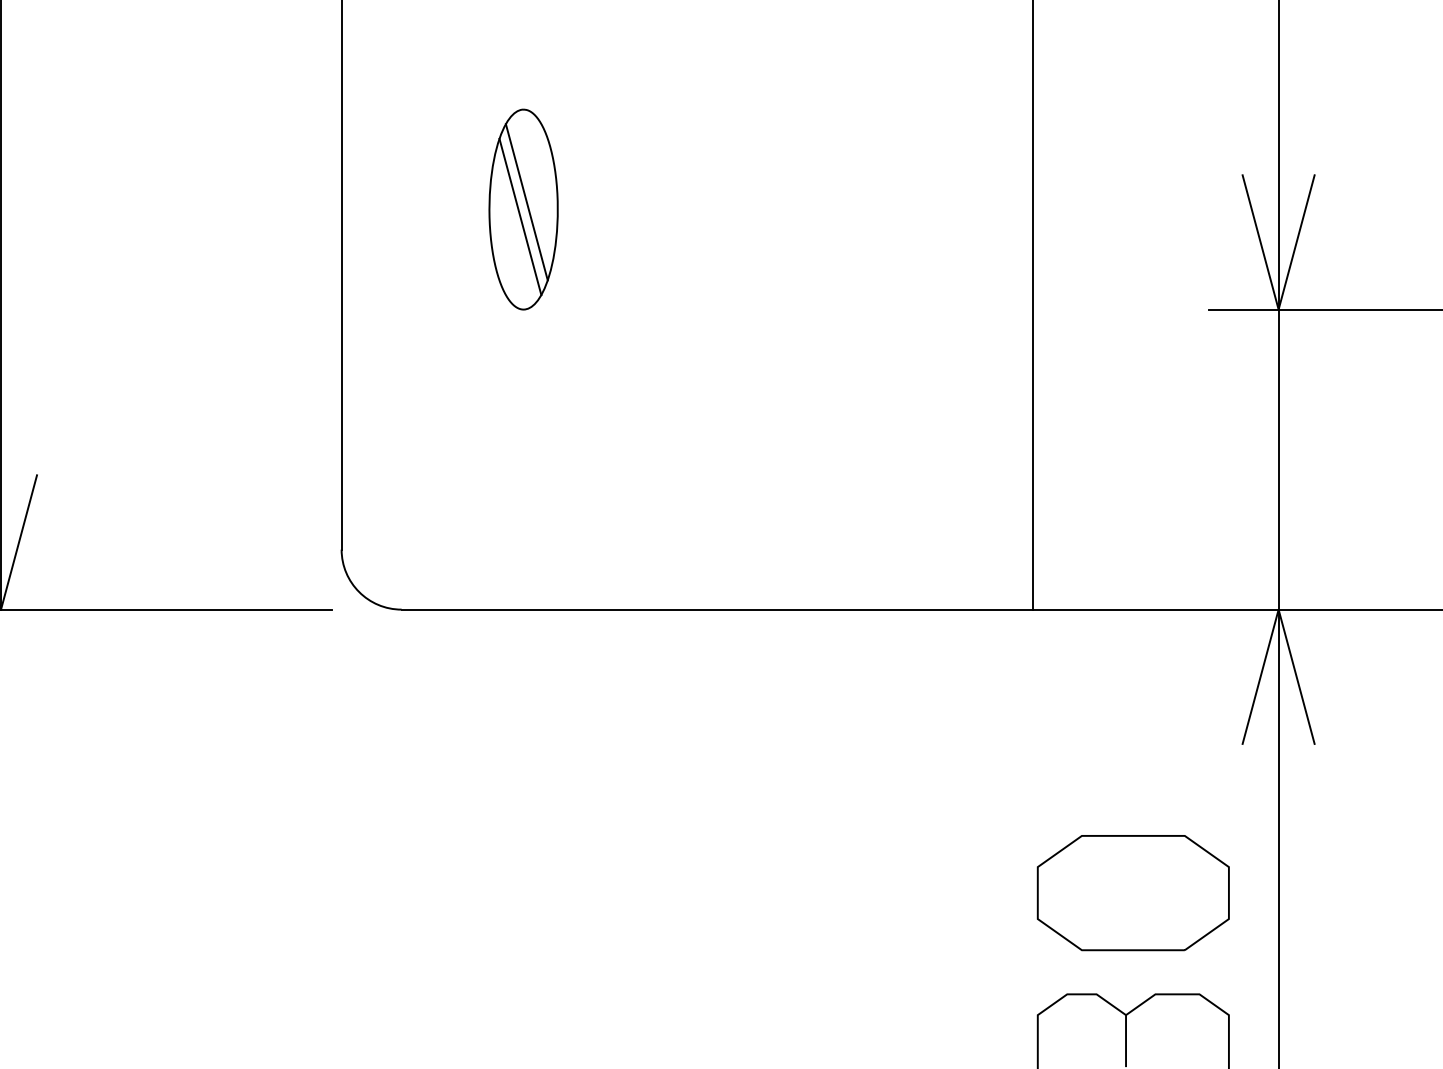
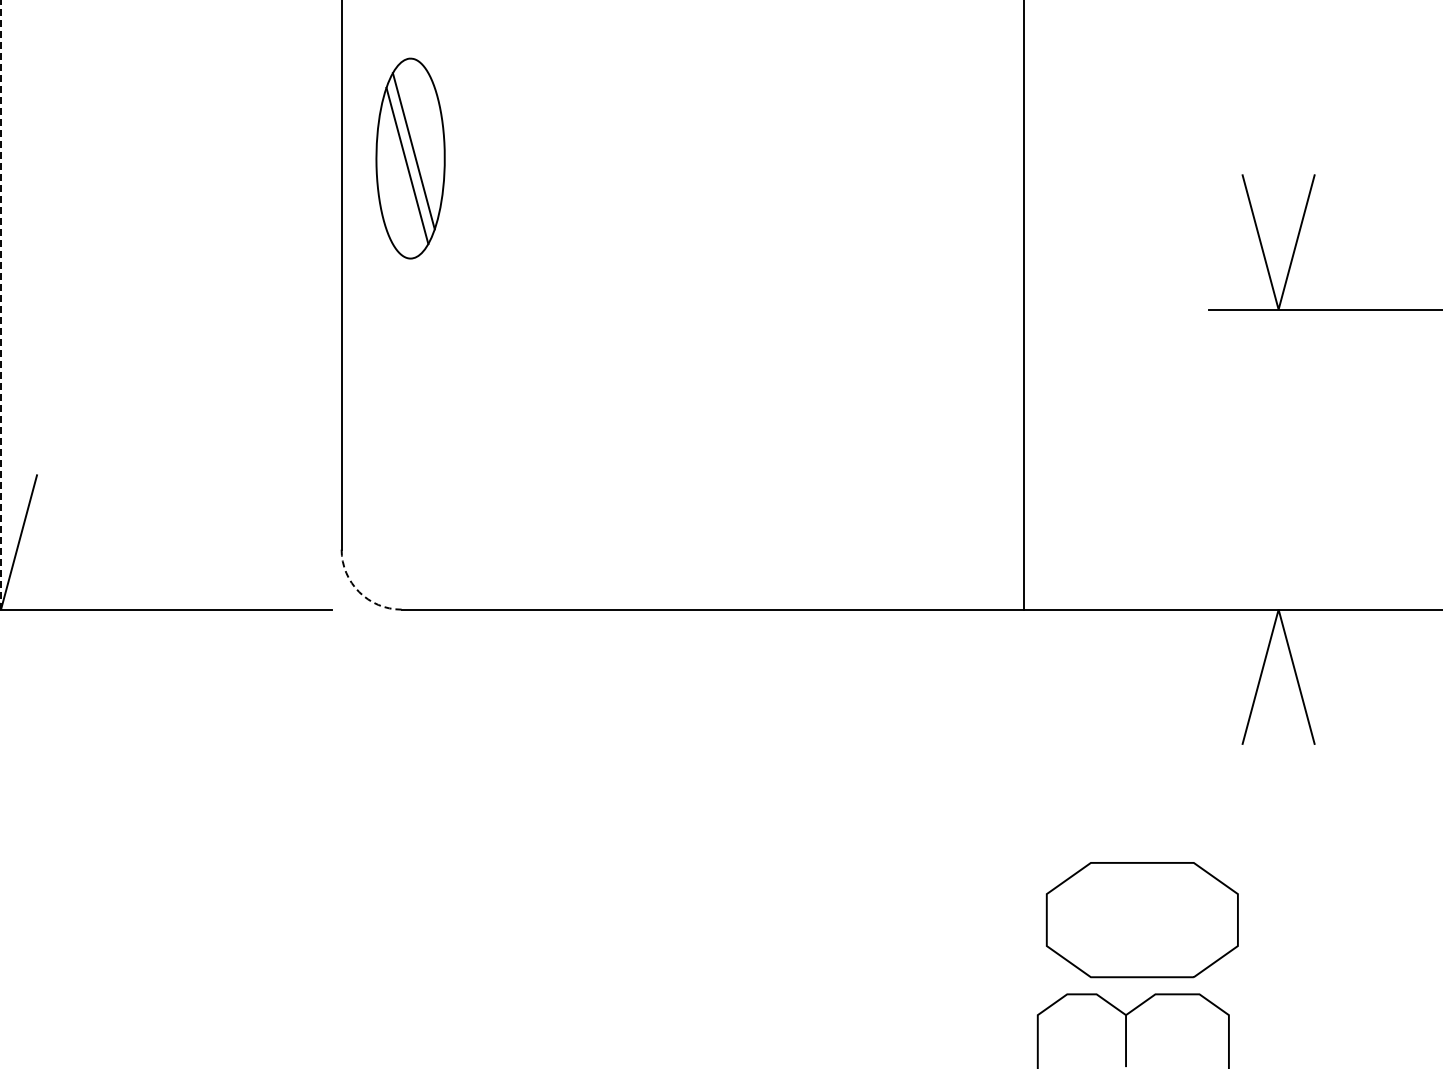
part at (523, 209) position: (523, 209) -> (410, 158)
line at (1, 304): solid -> dashed
line at (1033, 305) position: (1033, 305) -> (1024, 305)
line at (1278, 533): present -> none
arc at (359, 592): solid -> dashed
part at (1132, 893) position: (1132, 893) -> (1141, 920)
